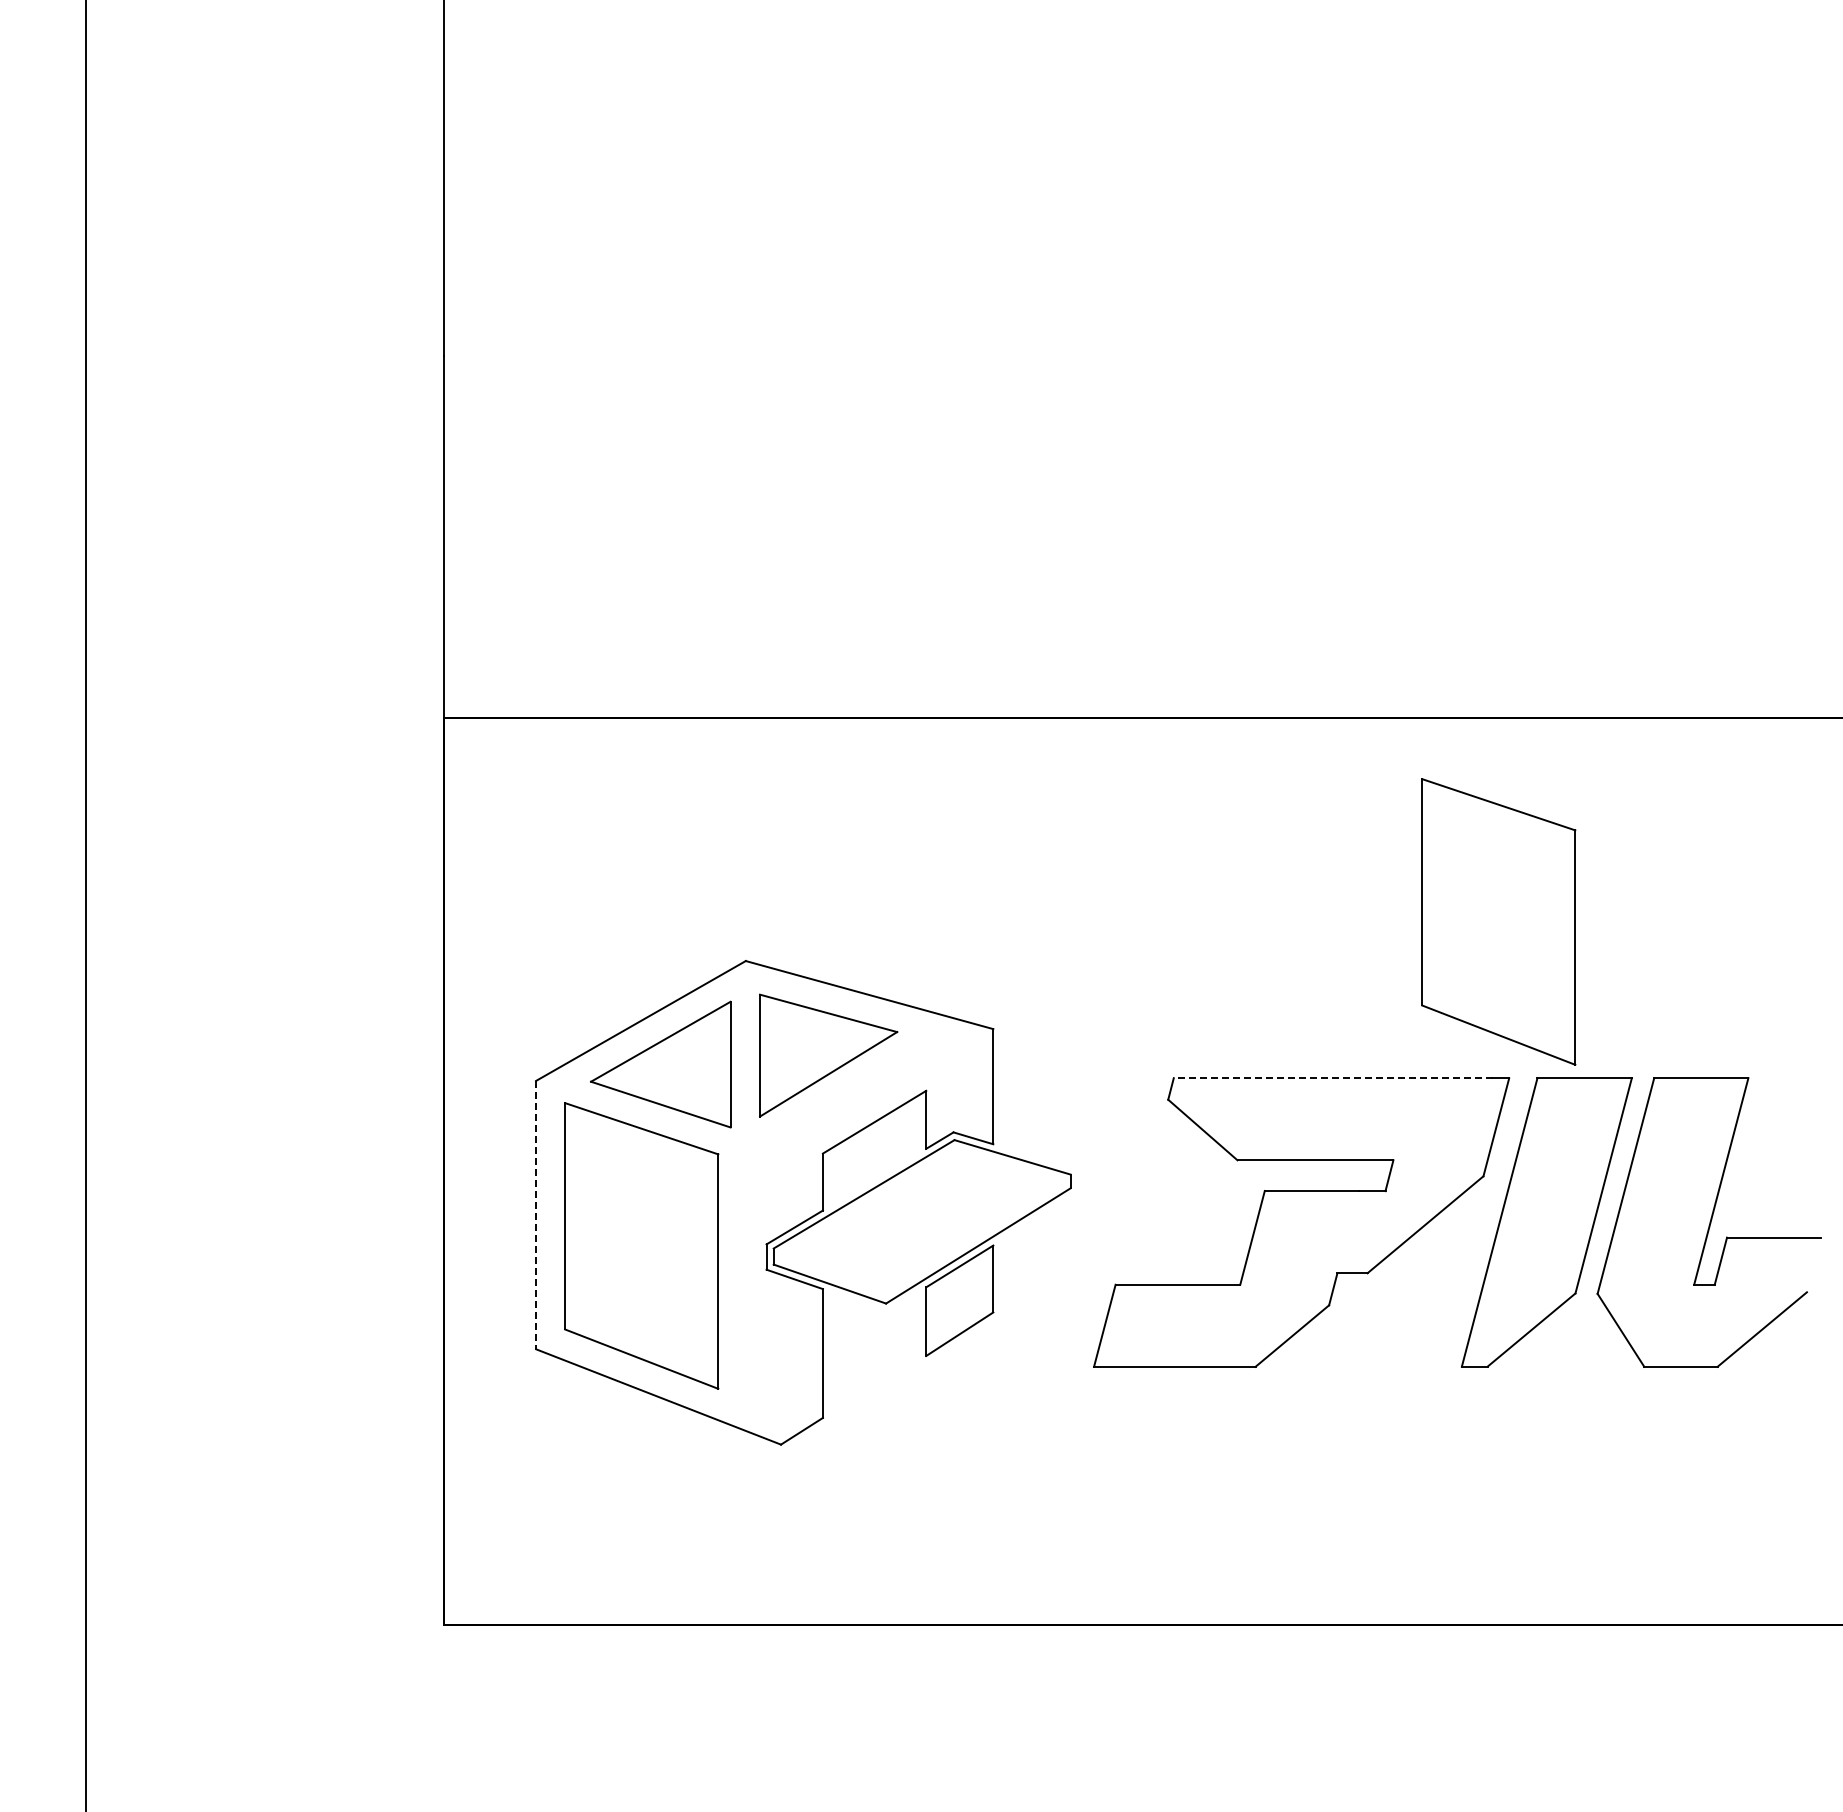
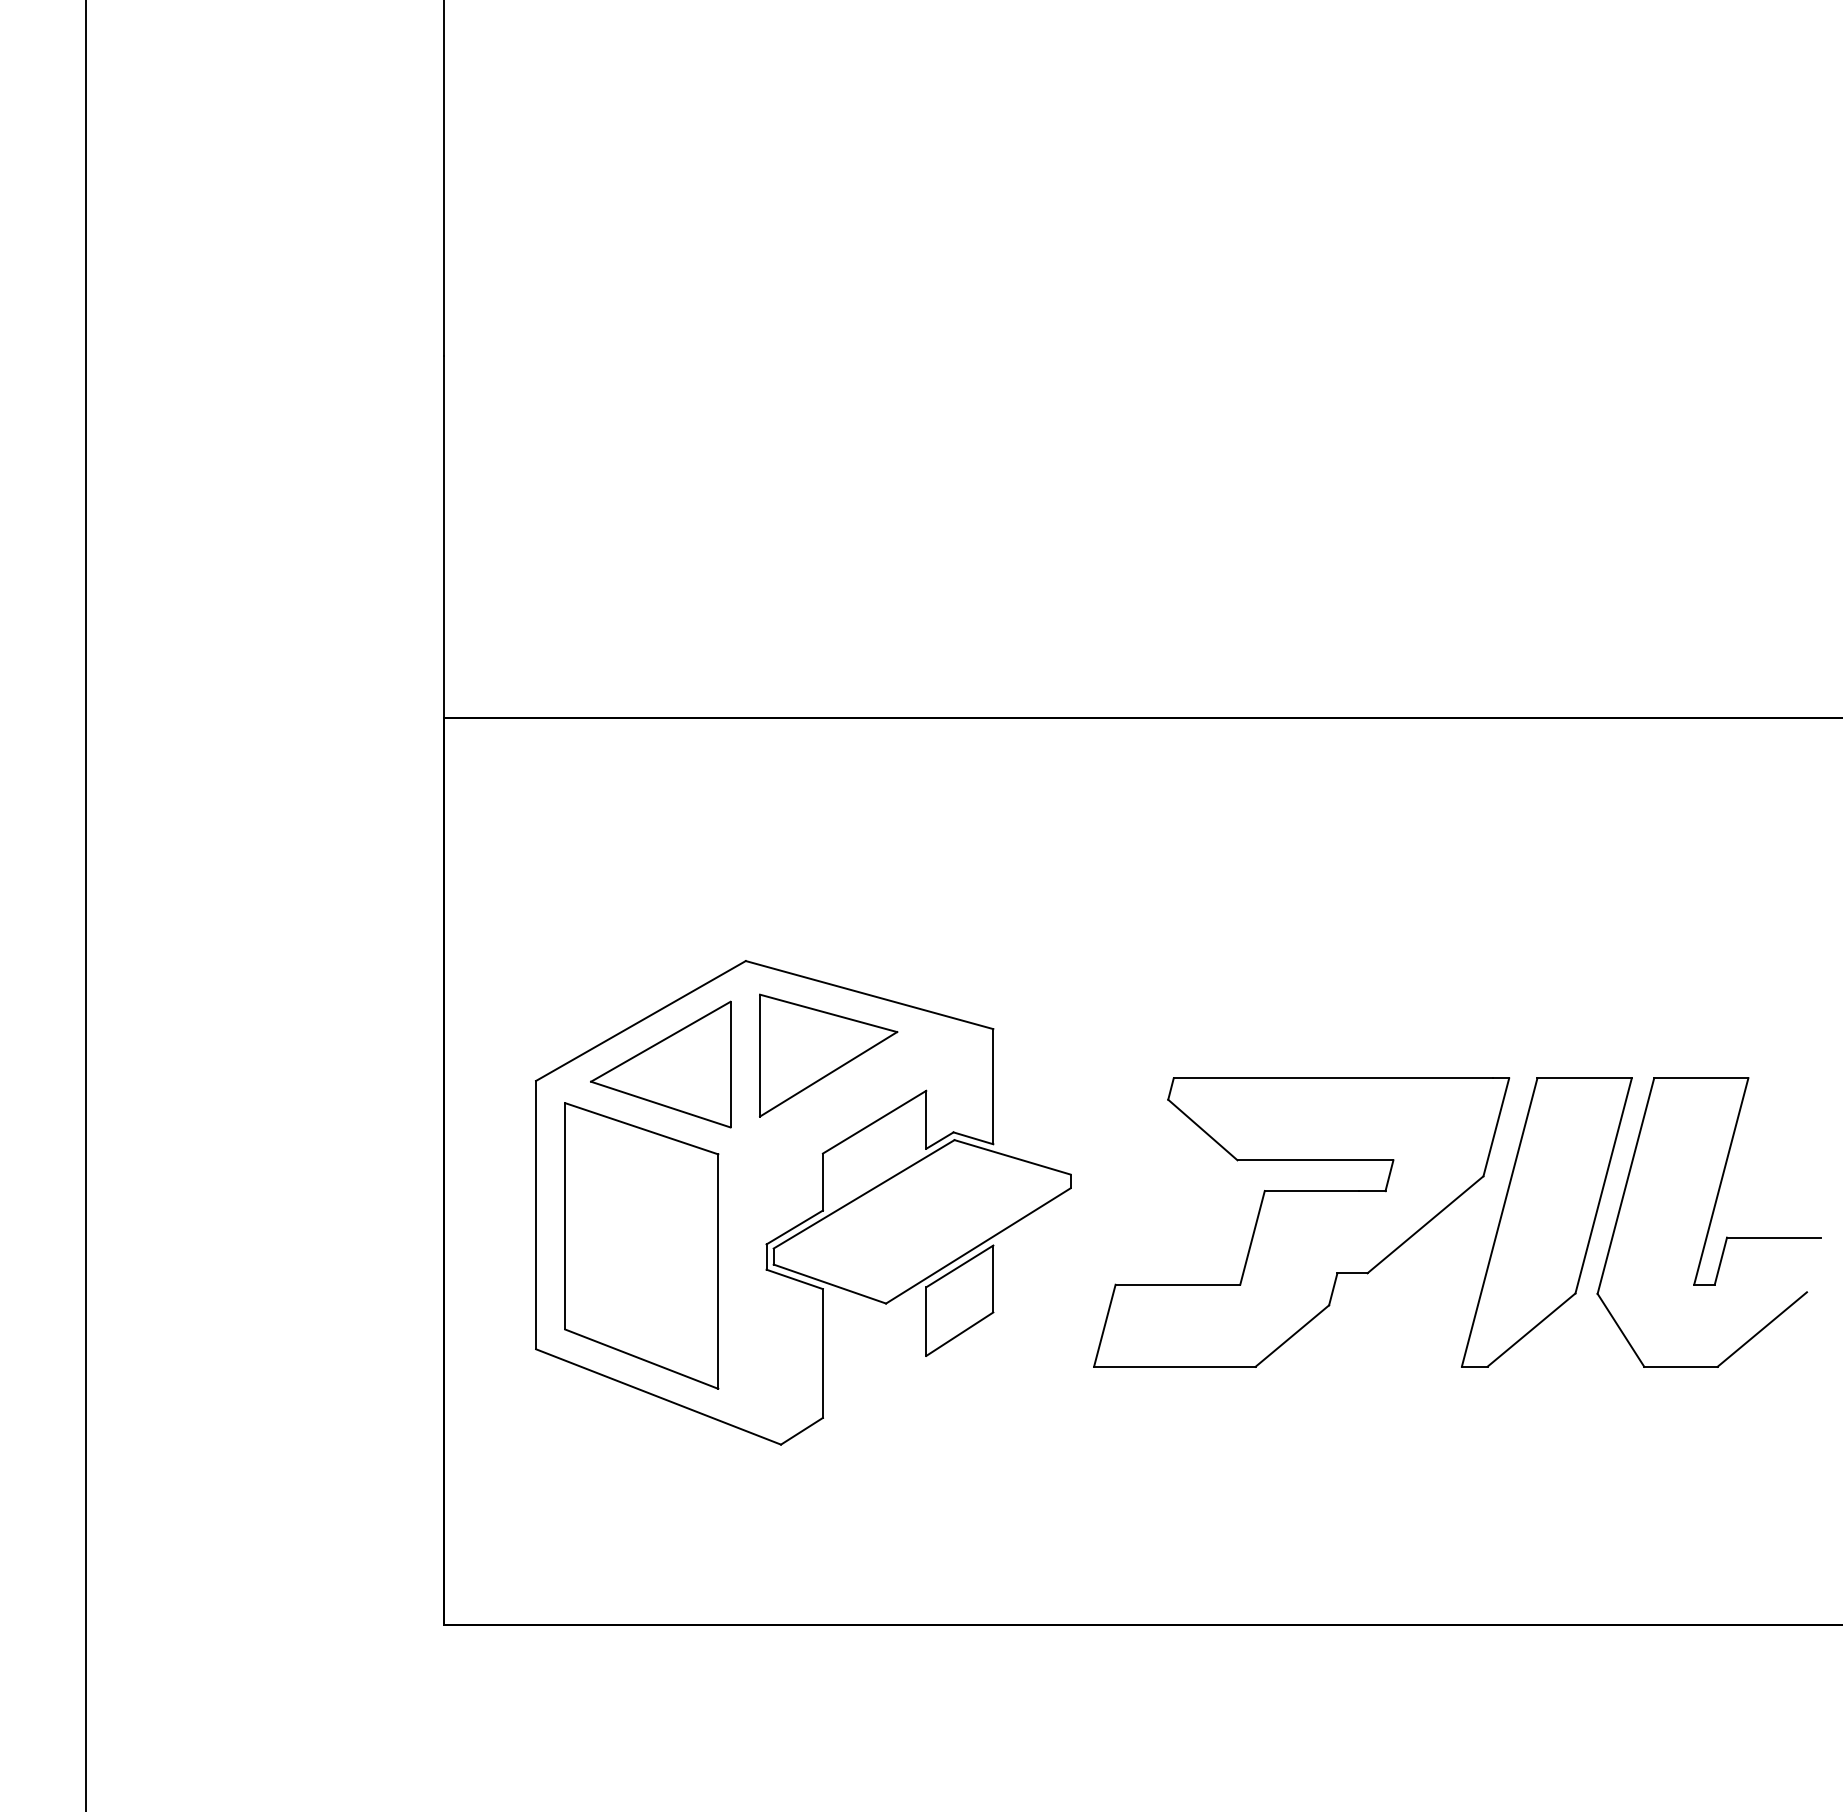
part at (1498, 921): present -> none
line at (1333, 1078): dashed -> solid
line at (536, 1215): dashed -> solid
